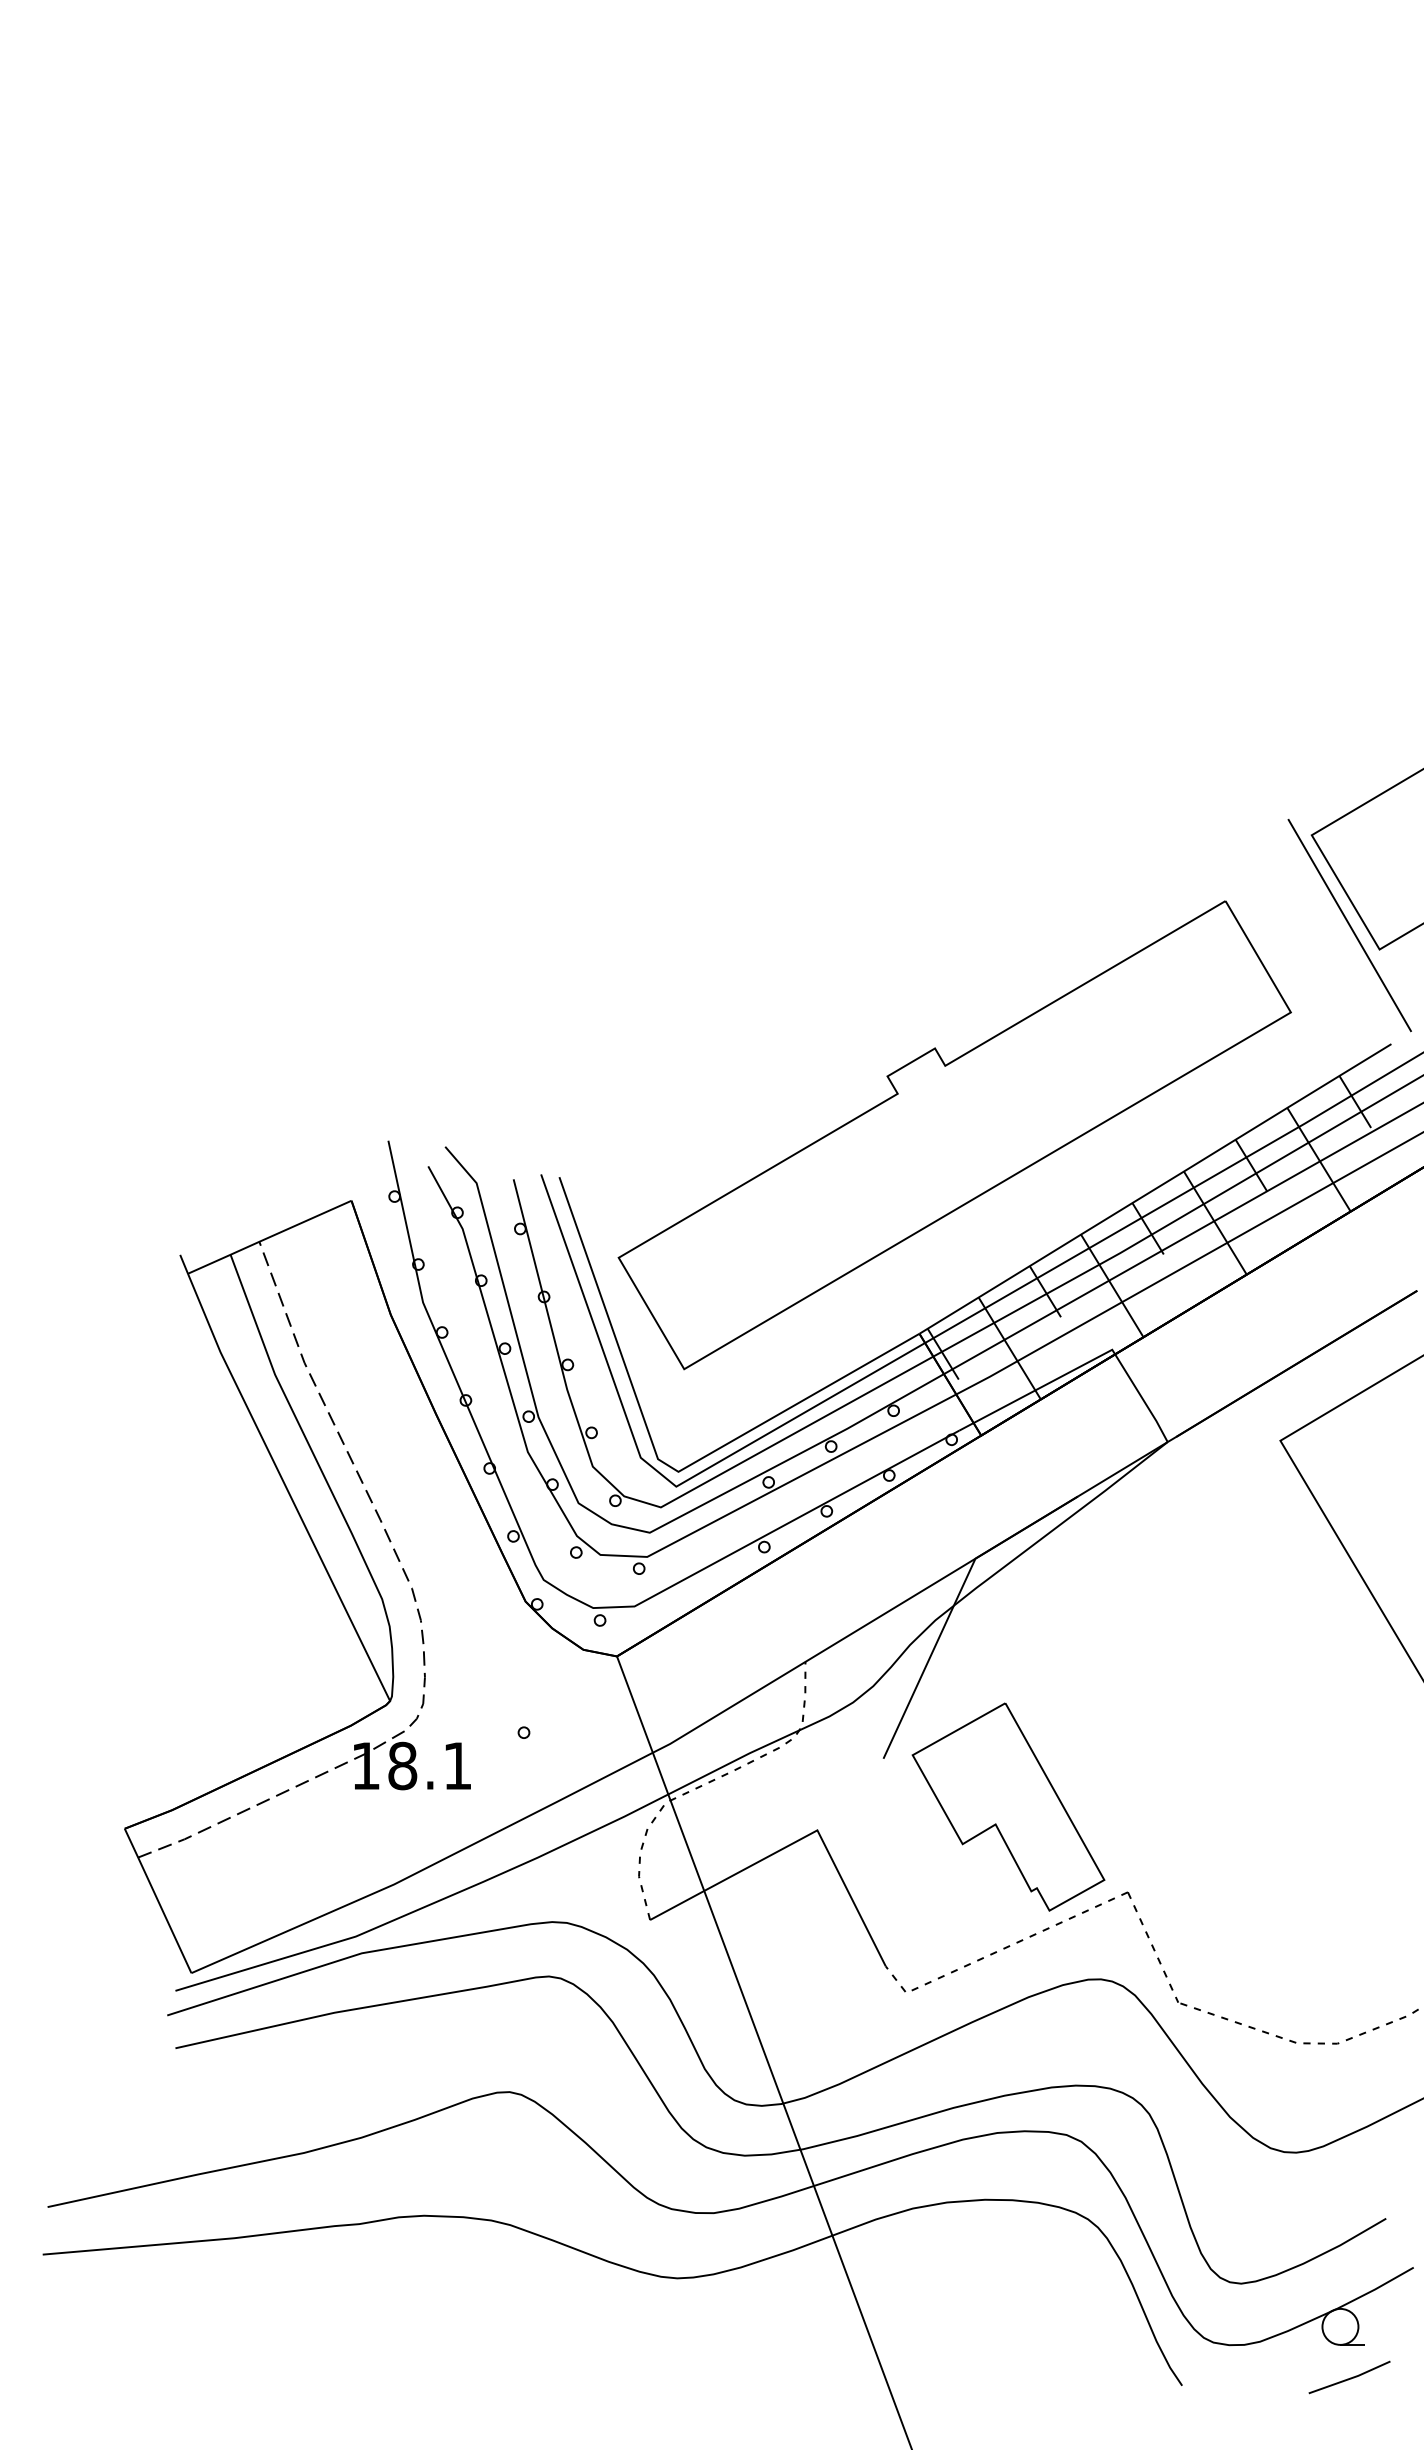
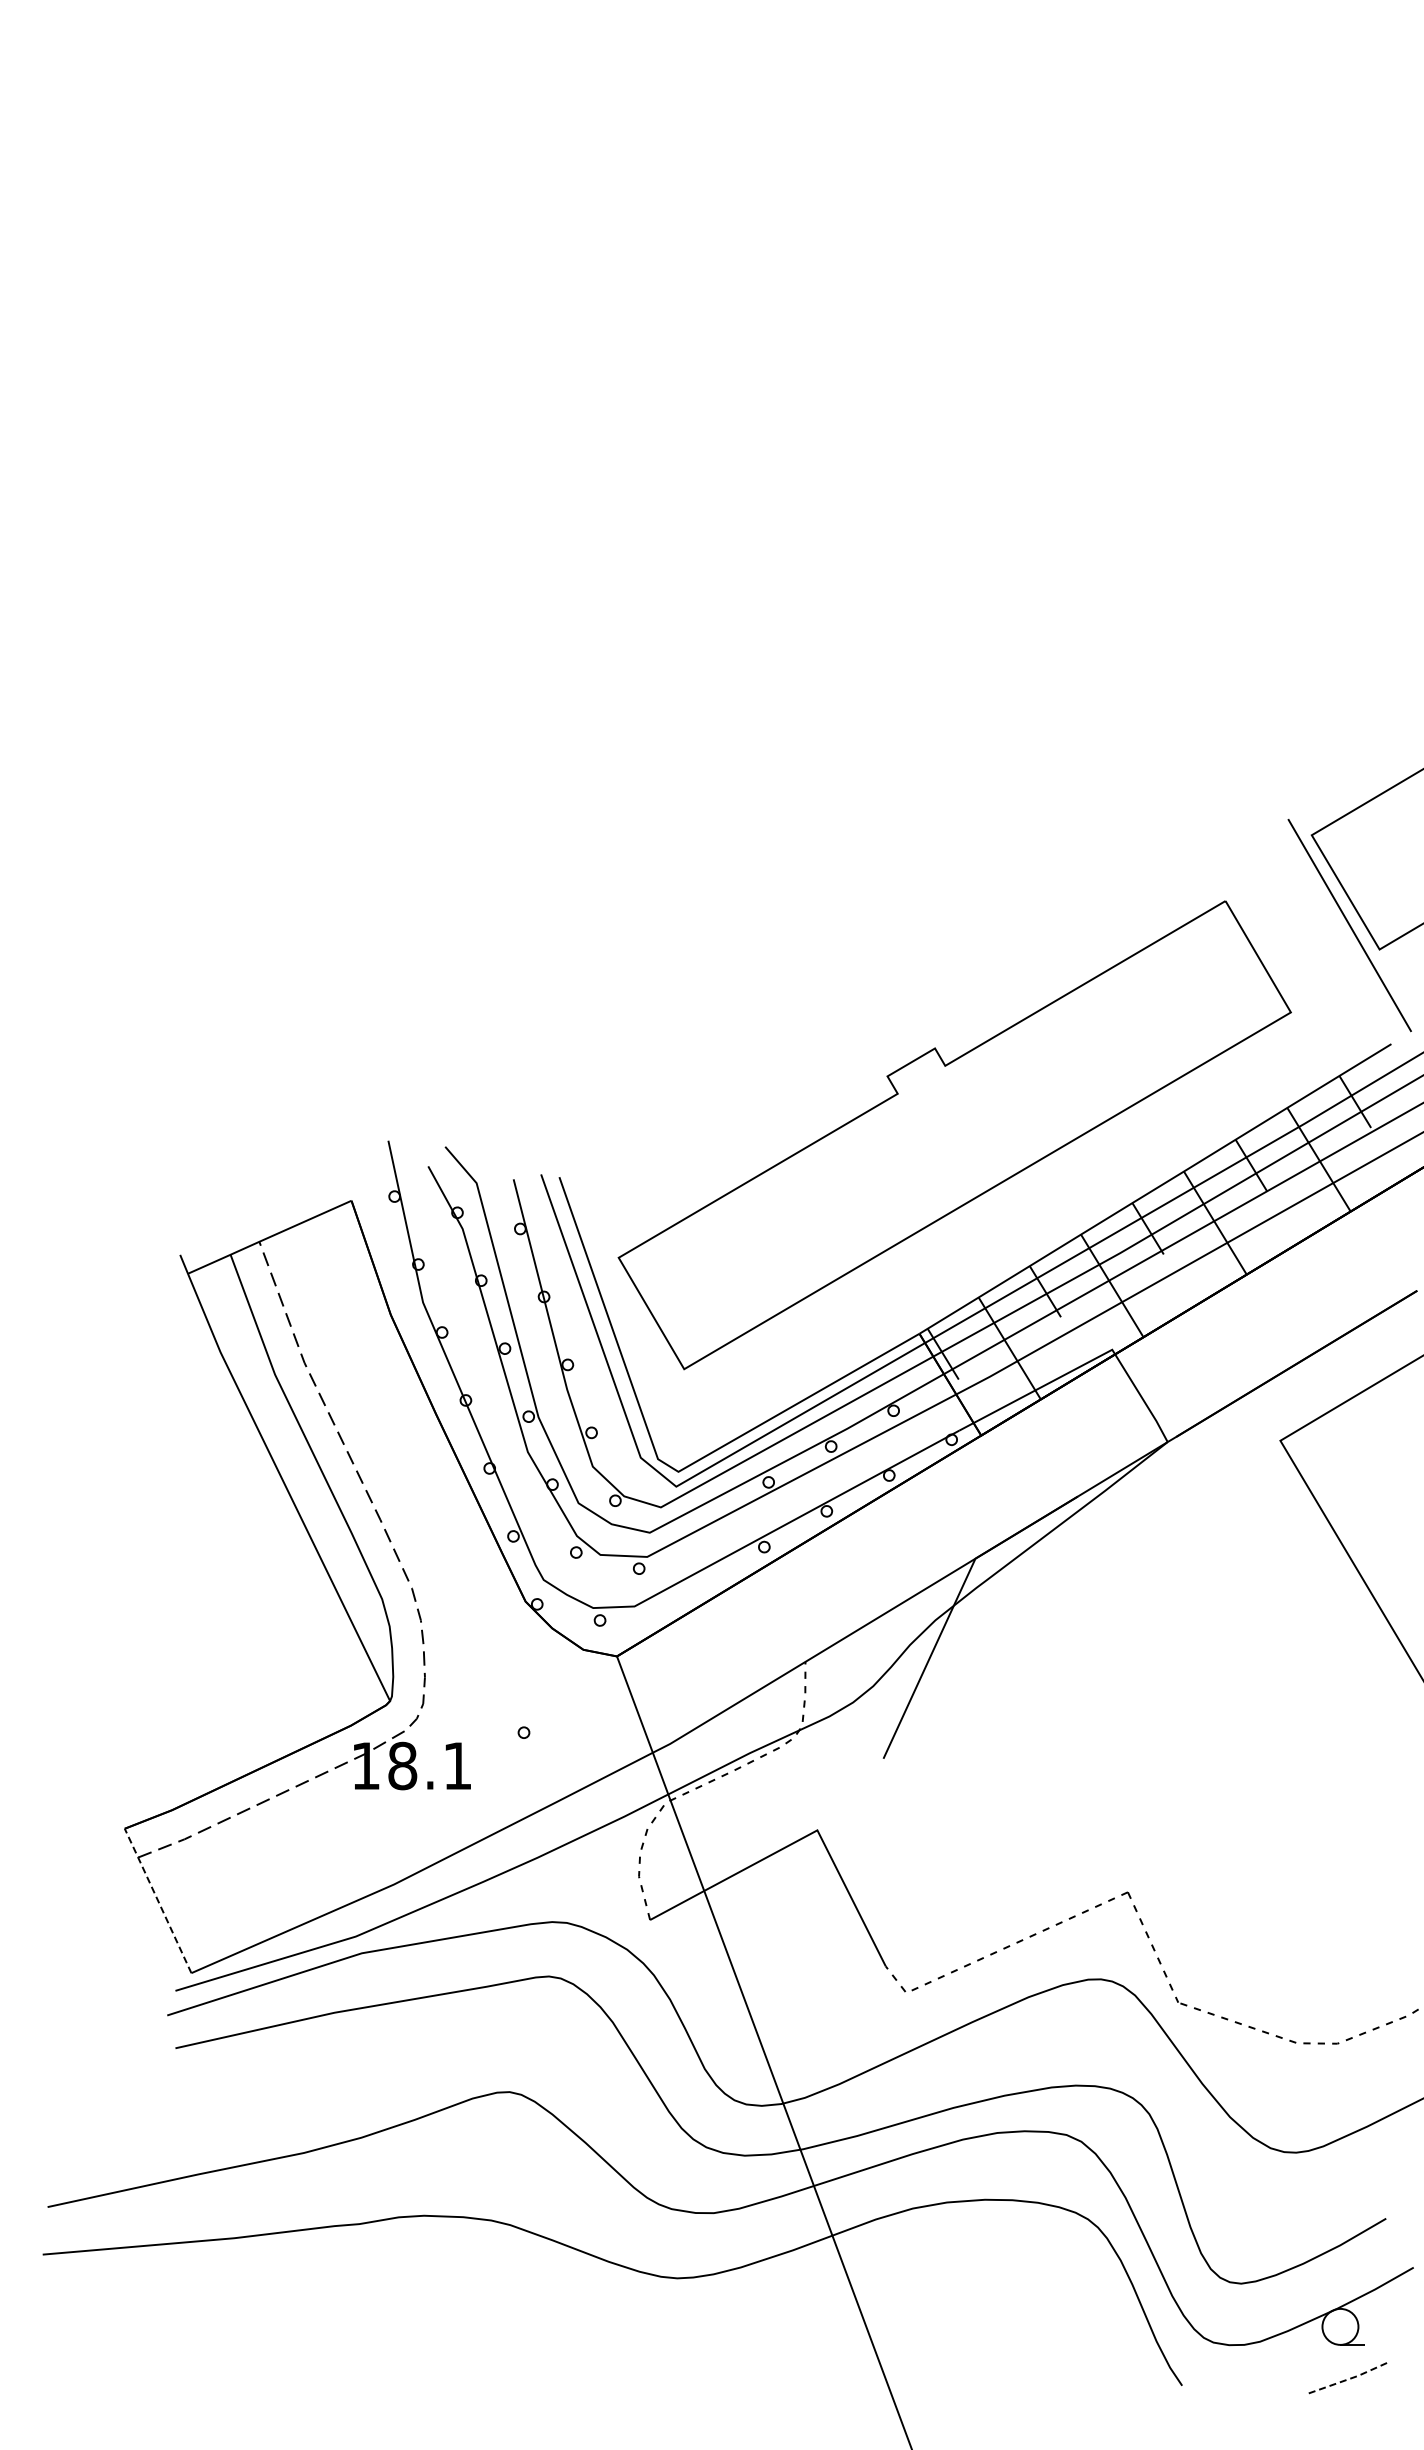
part at (1008, 1806): present -> none
line at (157, 1900): solid -> dashed
line at (1350, 2378): solid -> dashed
